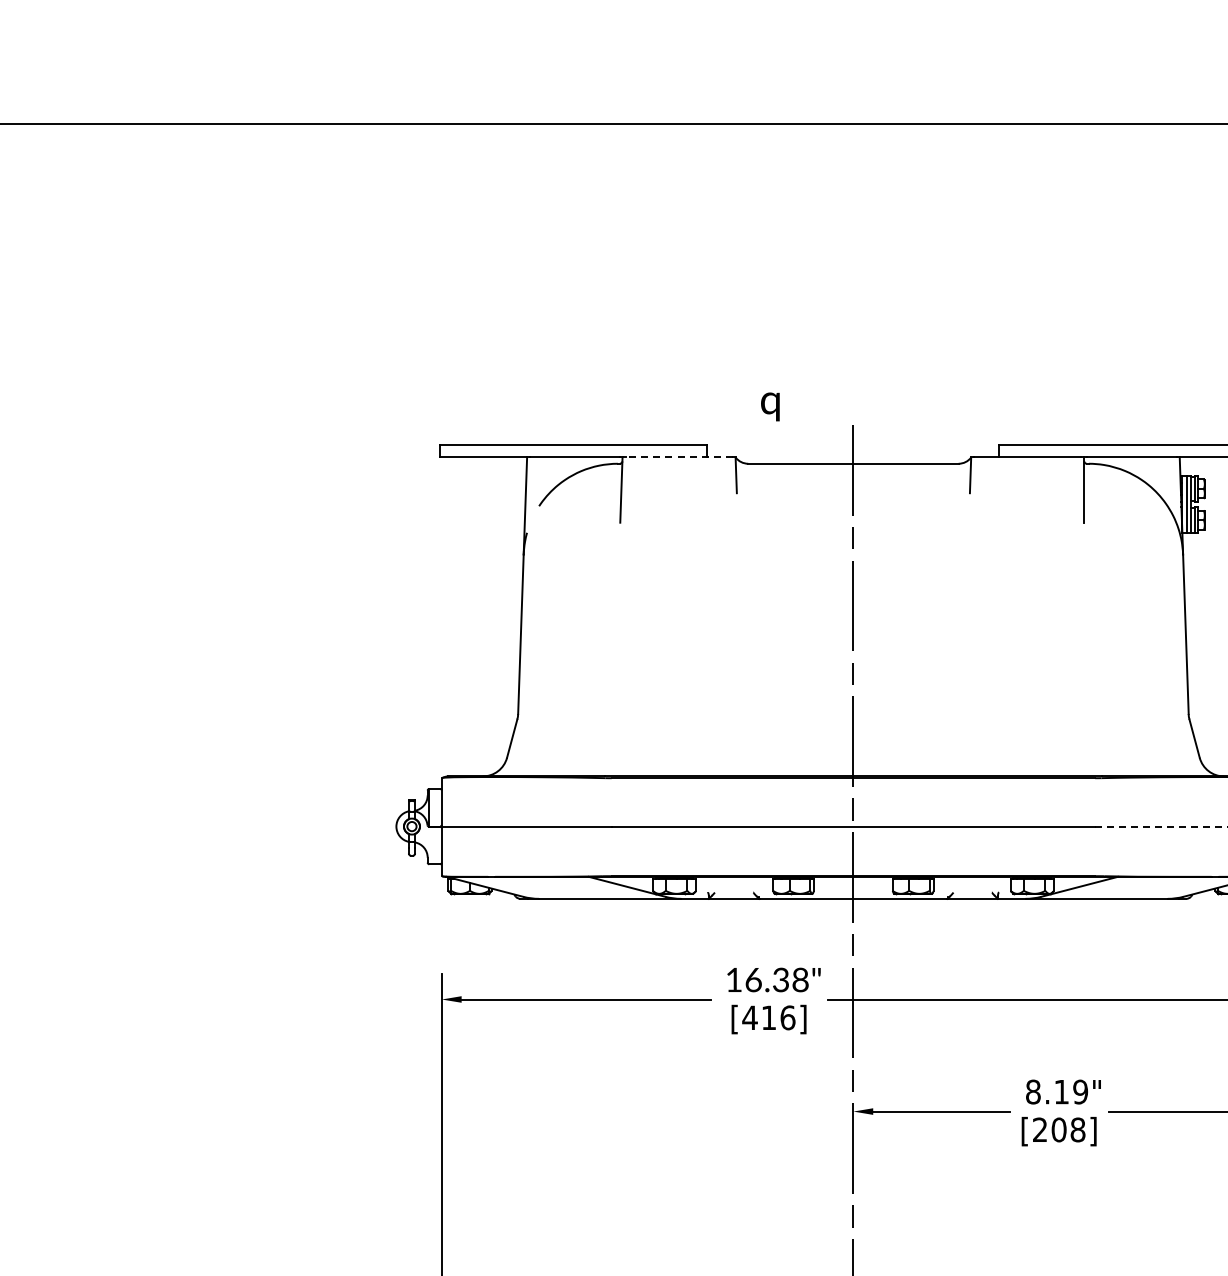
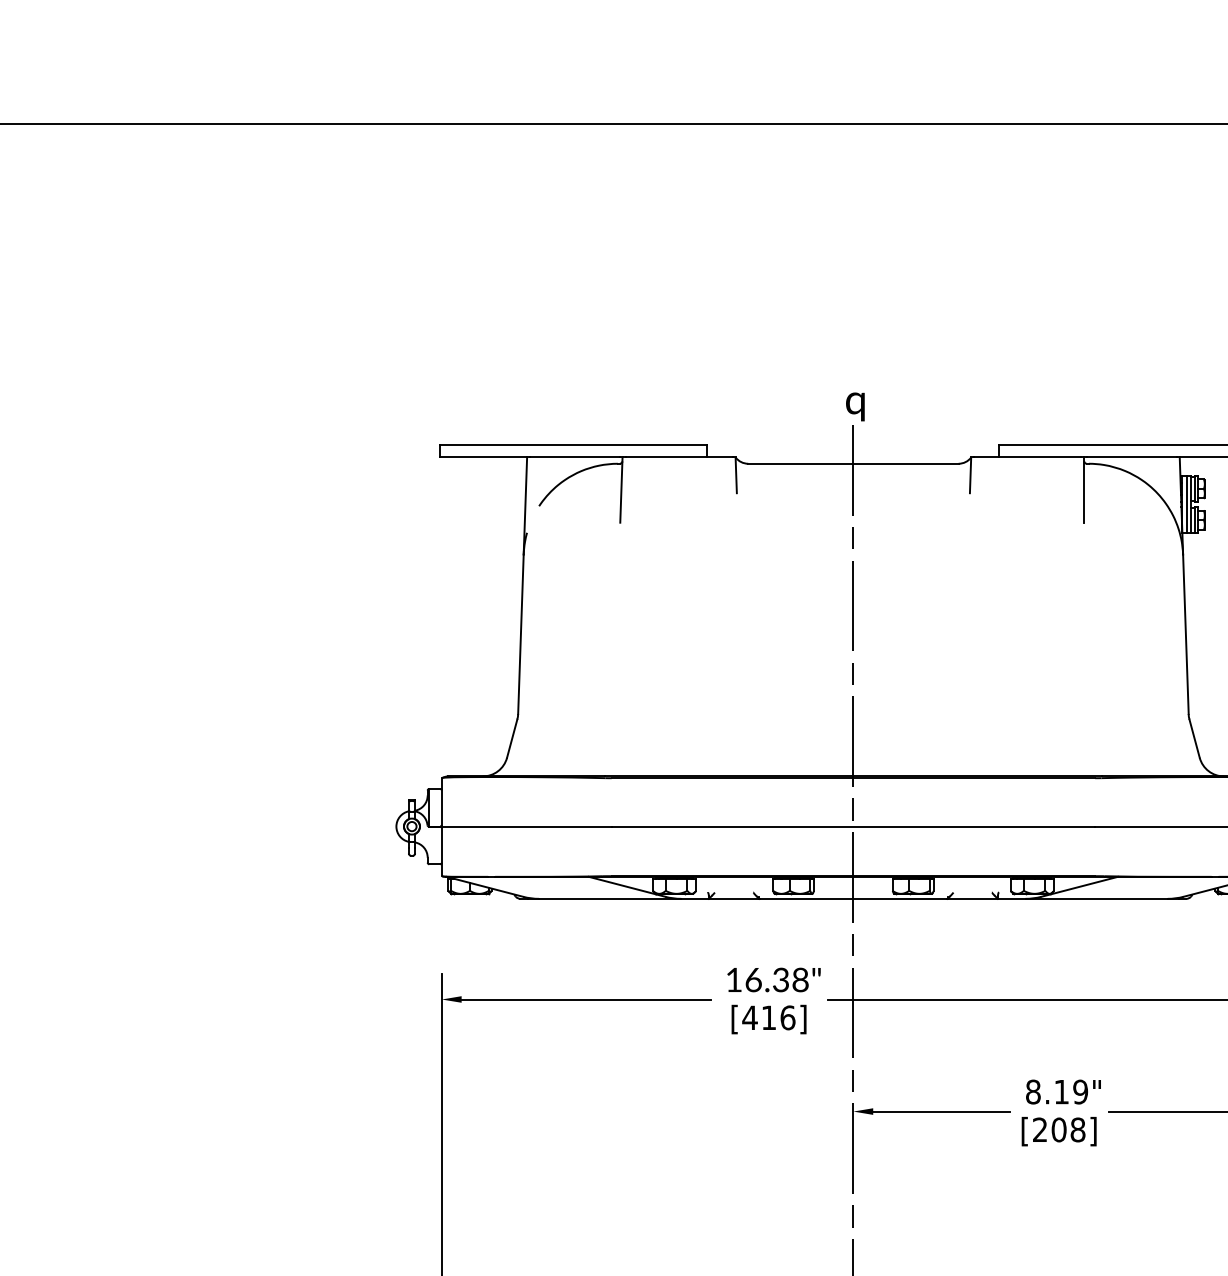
text at (770, 406) position: (770, 406) -> (855, 406)
line at (679, 457): dashed -> solid
line at (1161, 826): dashed -> solid
